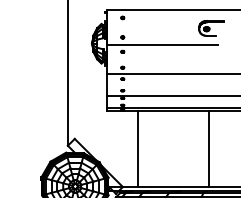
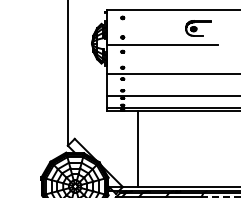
part at (211, 28) position: (211, 28) -> (198, 28)
line at (208, 148): present -> none
line at (220, 197): solid -> dashed
